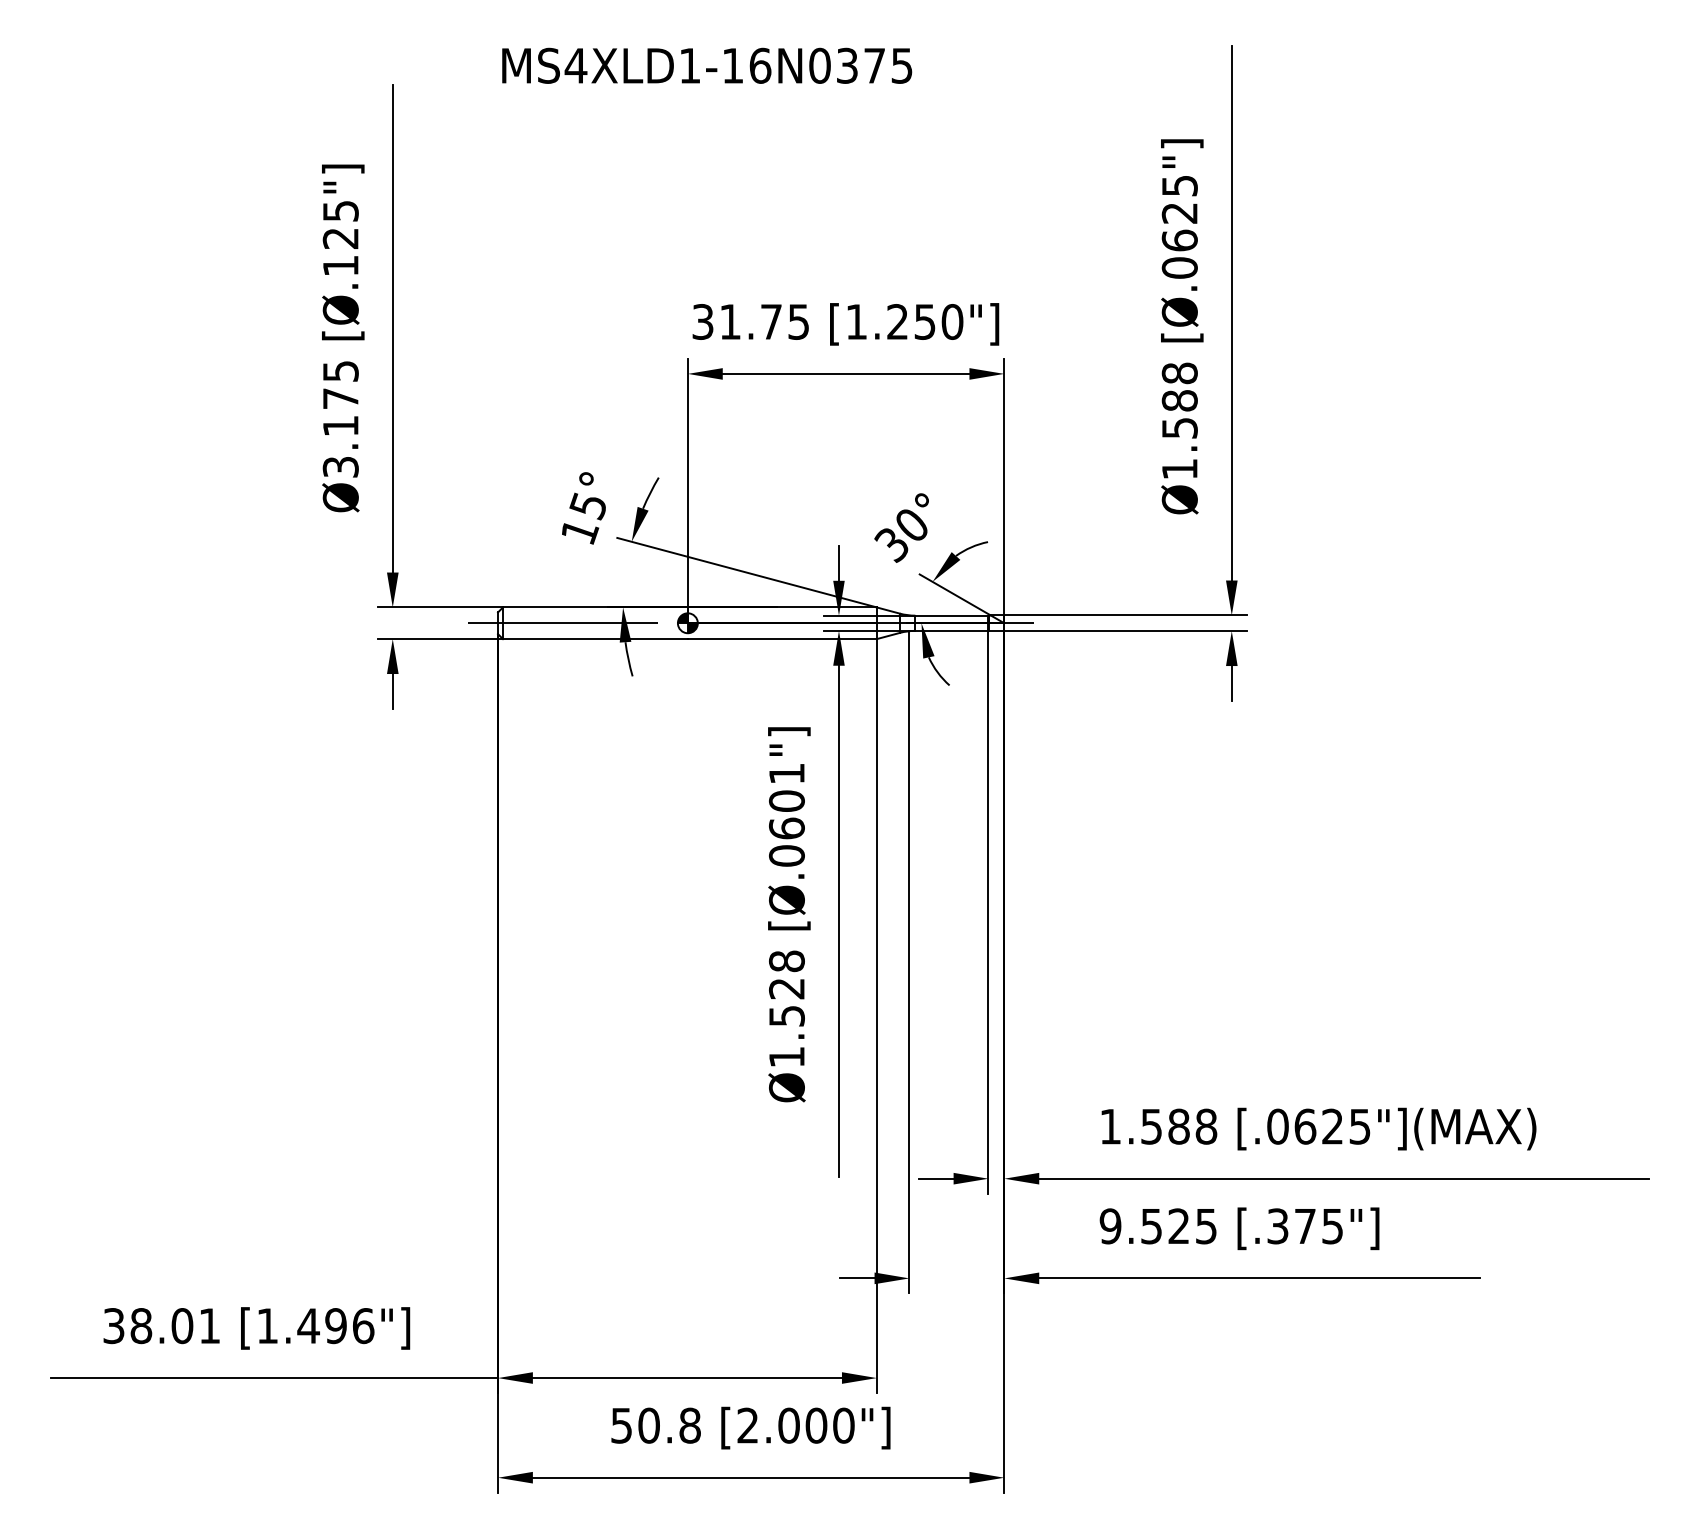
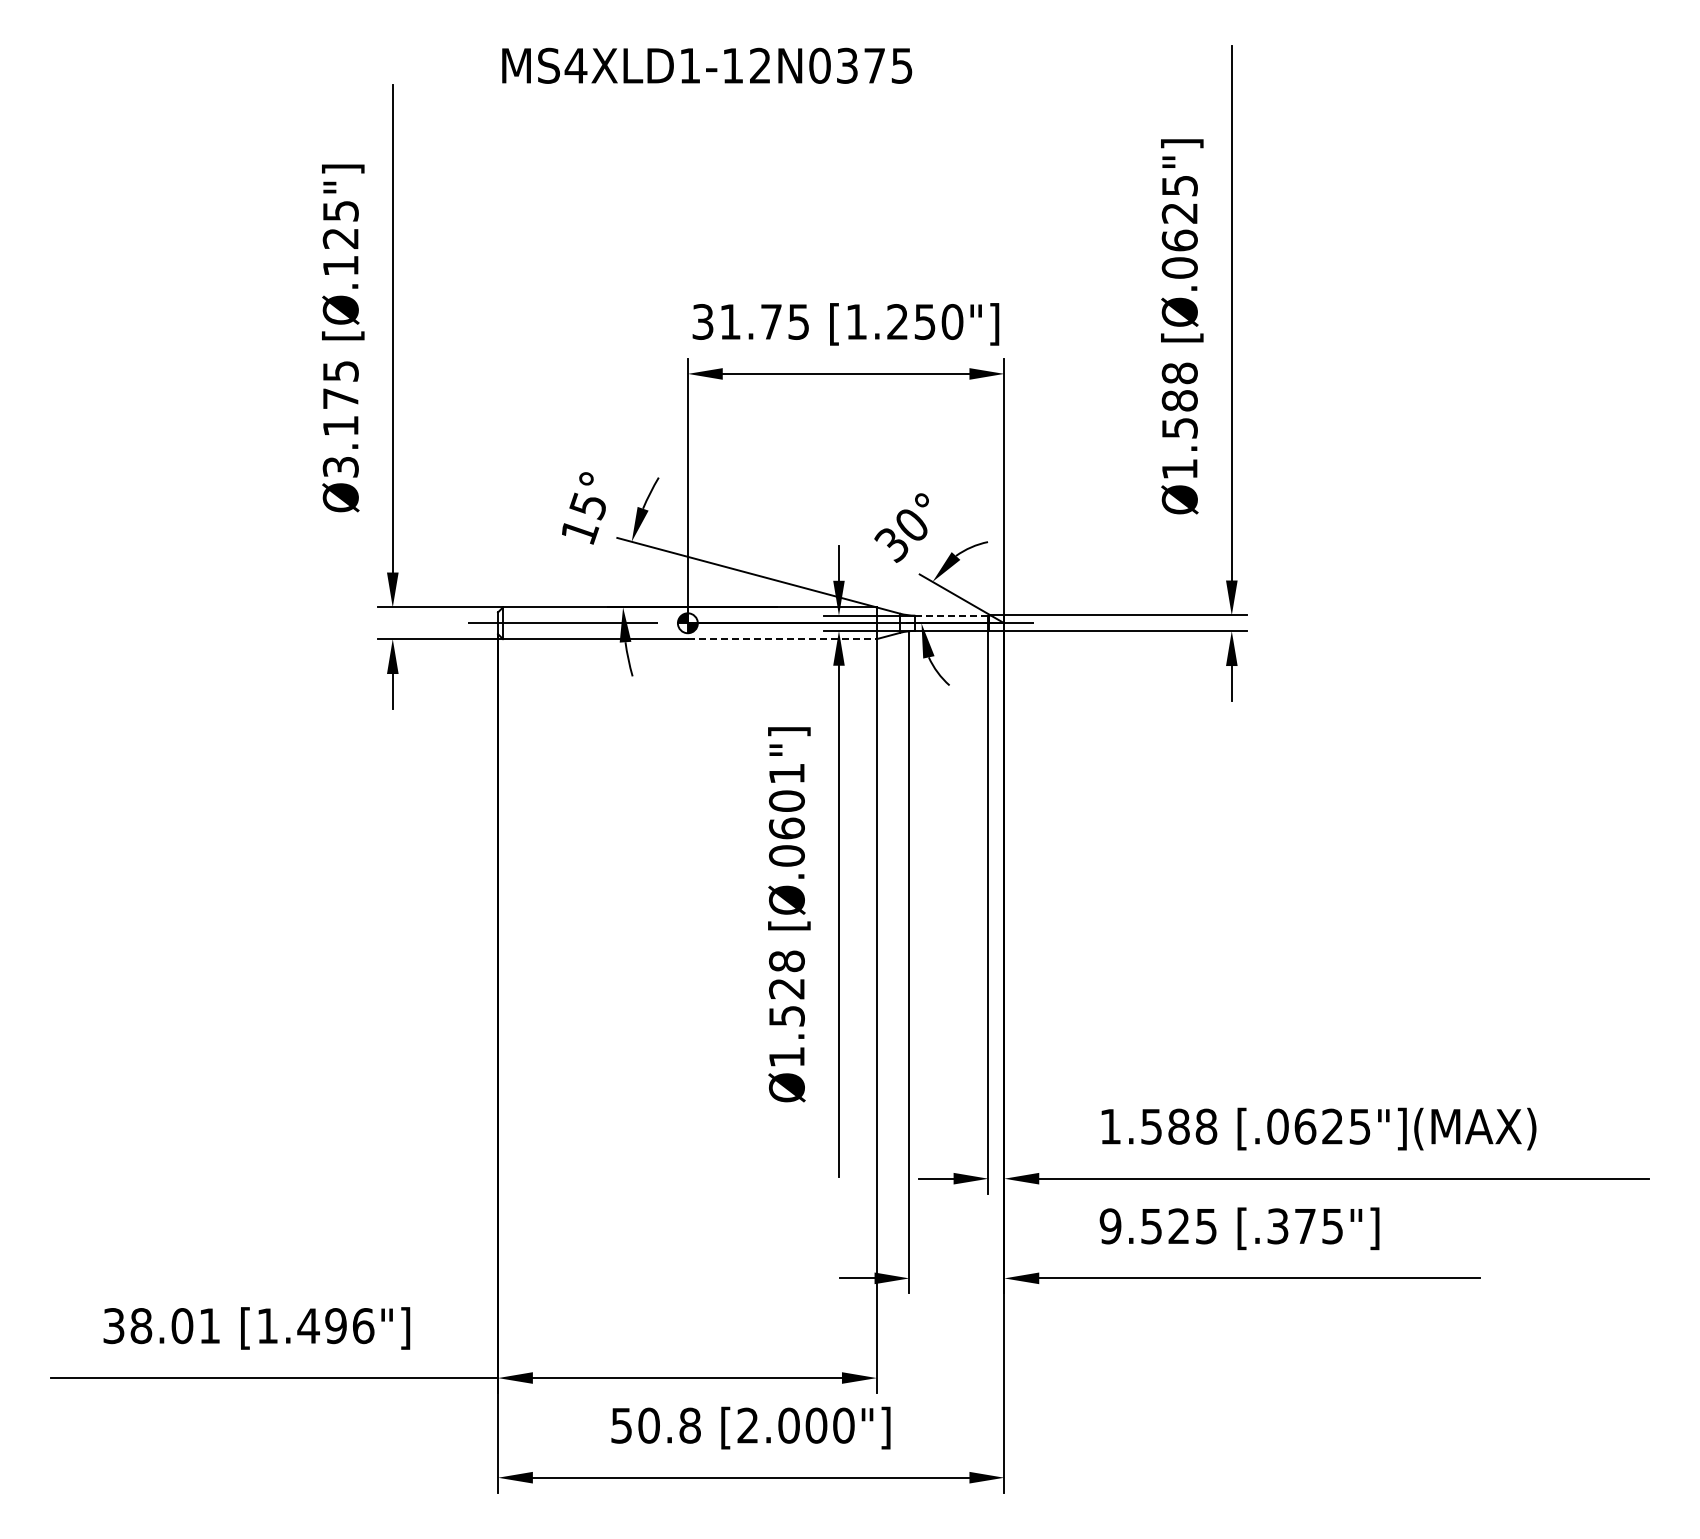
text at (760, 65): MS4XLD1-16N0375 -> MS4XLD1-12N0375
line at (952, 615): solid -> dashed
line at (782, 639): solid -> dashed
